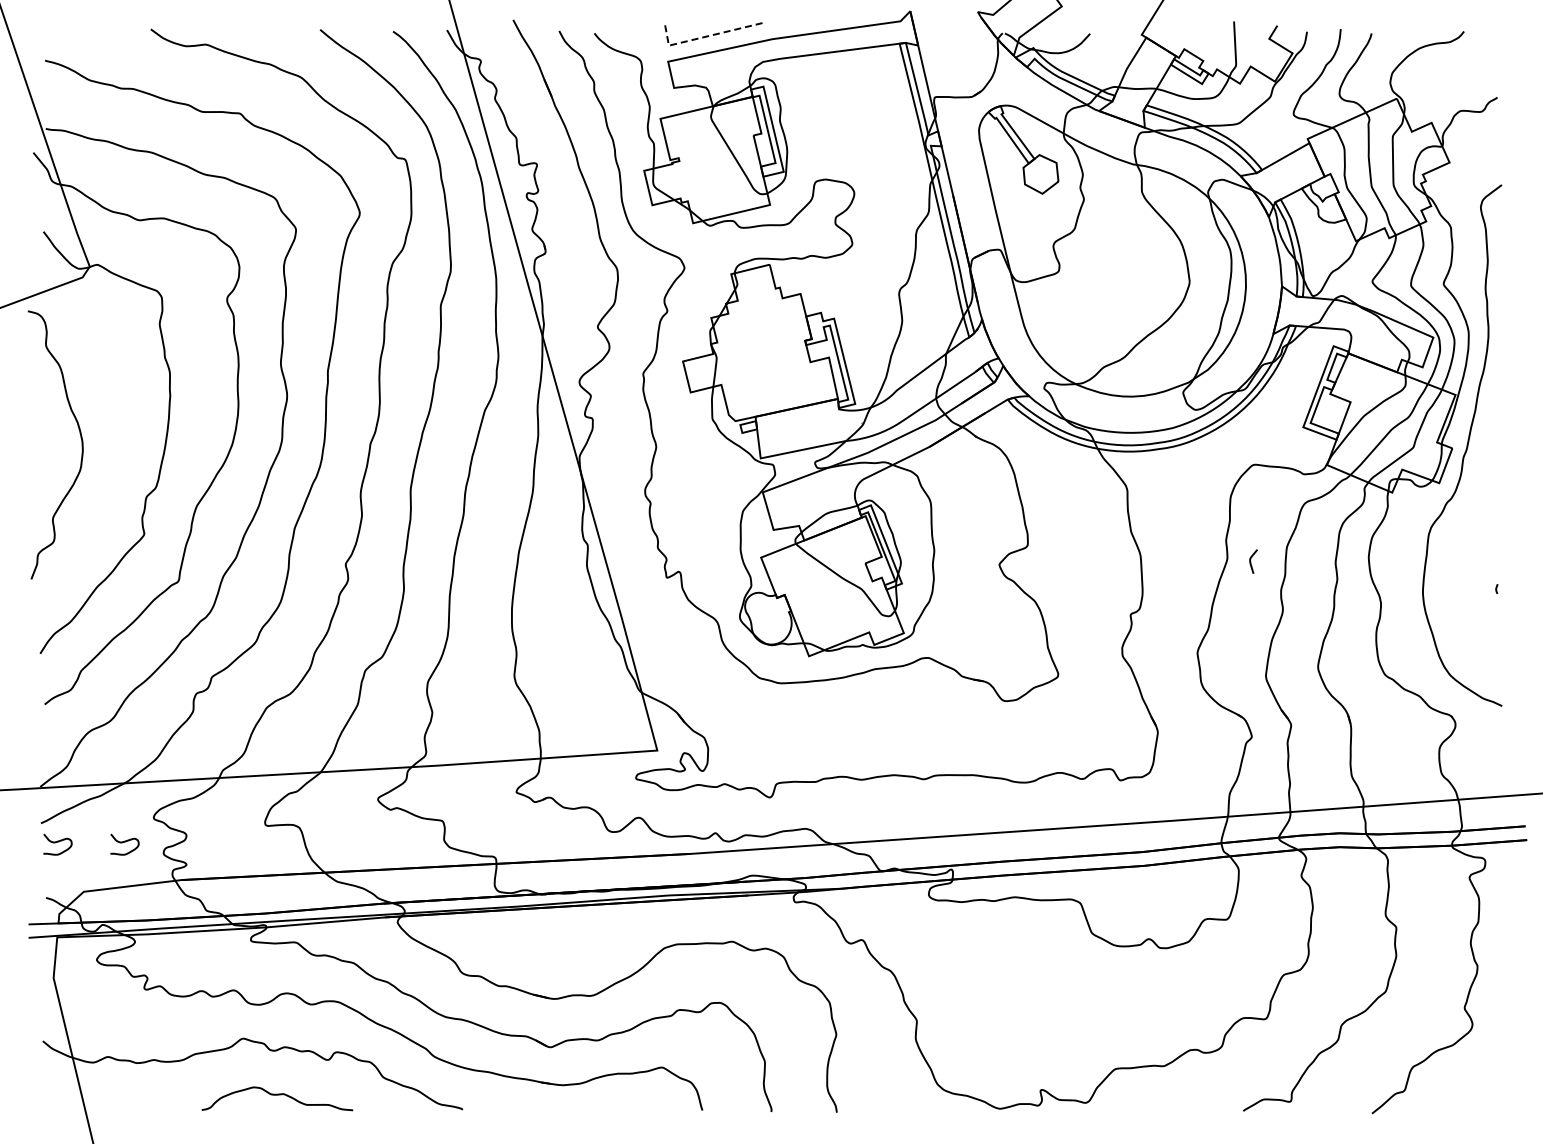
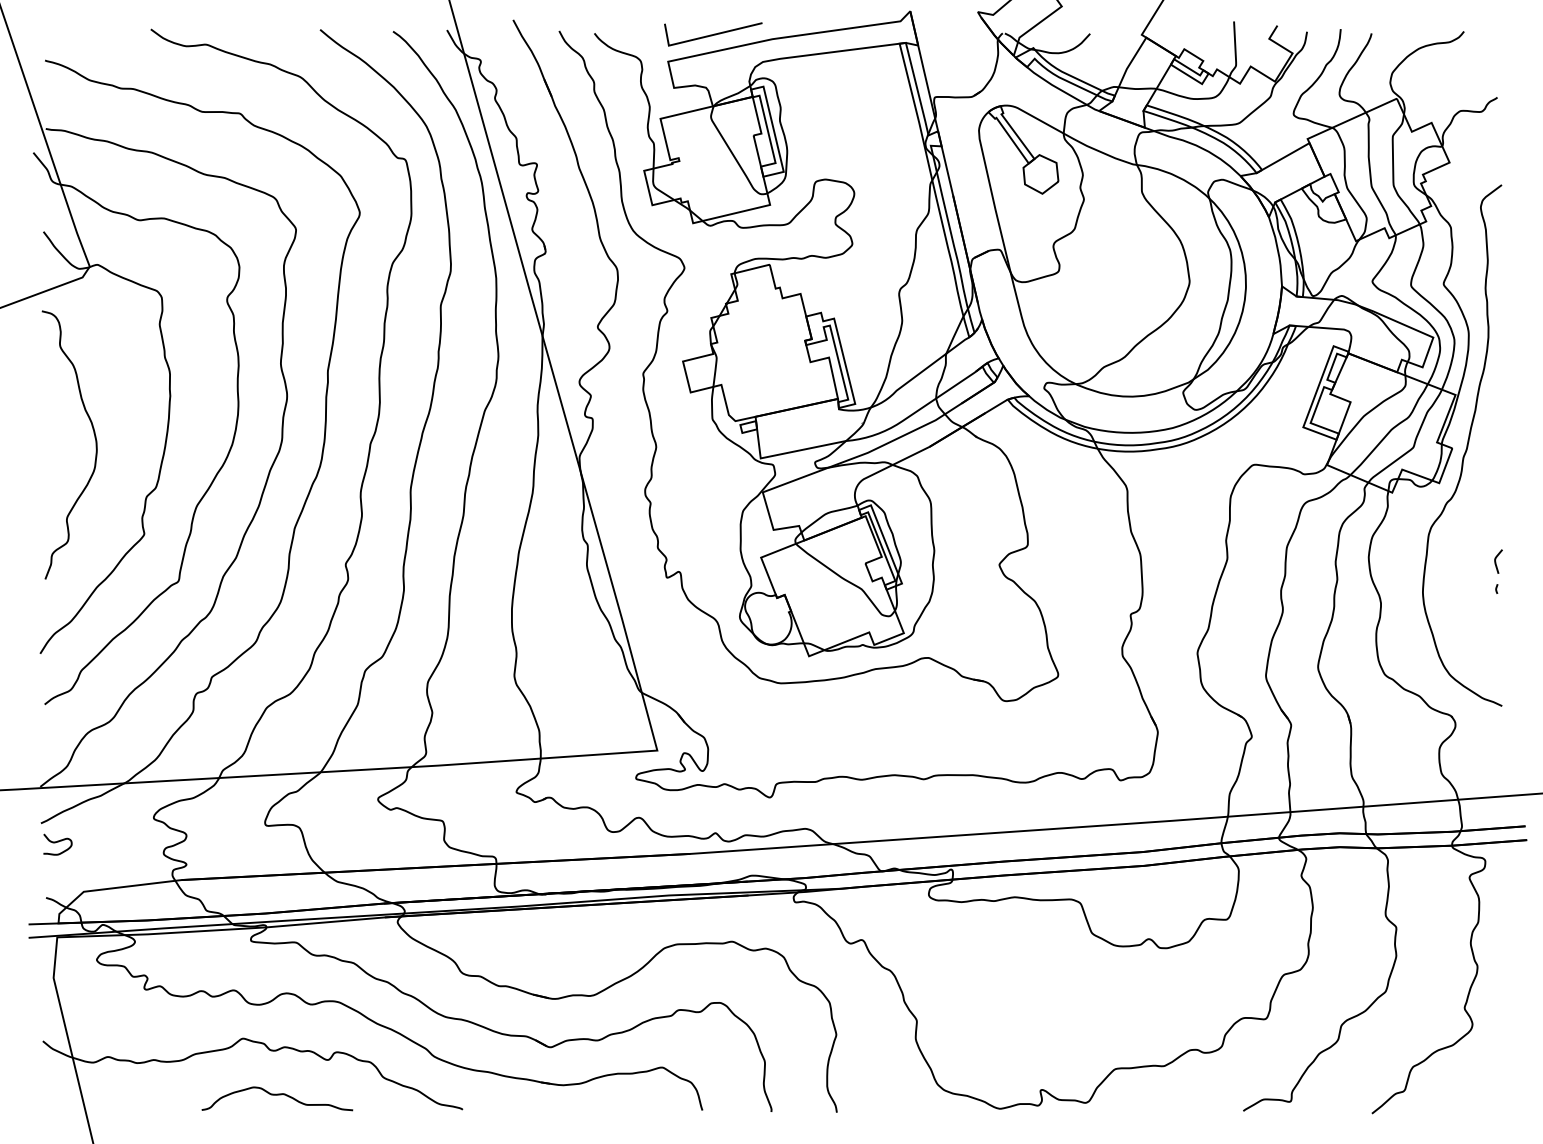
line at (703, 37): dashed -> solid
curve at (80, 438) position: (80, 438) -> (94, 438)
curve at (1251, 561) position: (1251, 561) -> (1496, 561)
curve at (124, 842): present -> none
